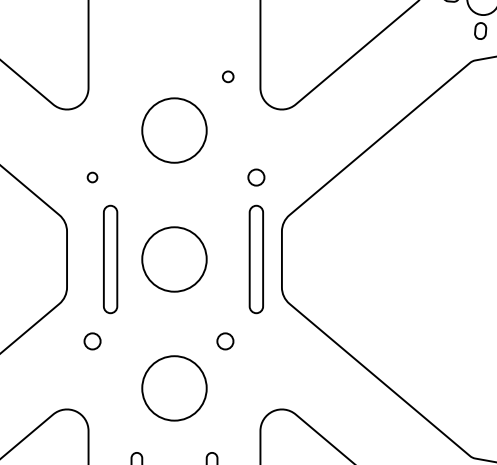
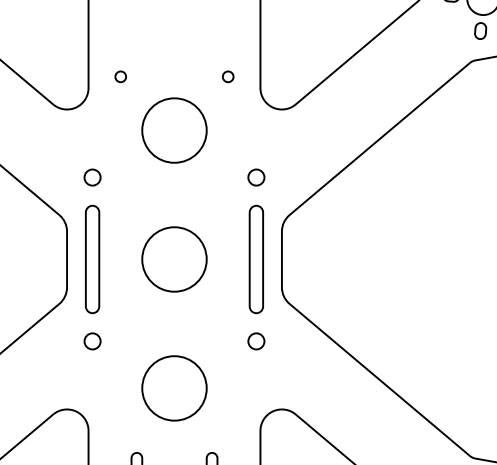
circle at (120, 76): none -> present
circle at (92, 177) size: 13x13 px -> 19x19 px
part at (110, 259) position: (110, 259) -> (92, 259)
circle at (225, 341) position: (225, 341) -> (256, 341)
